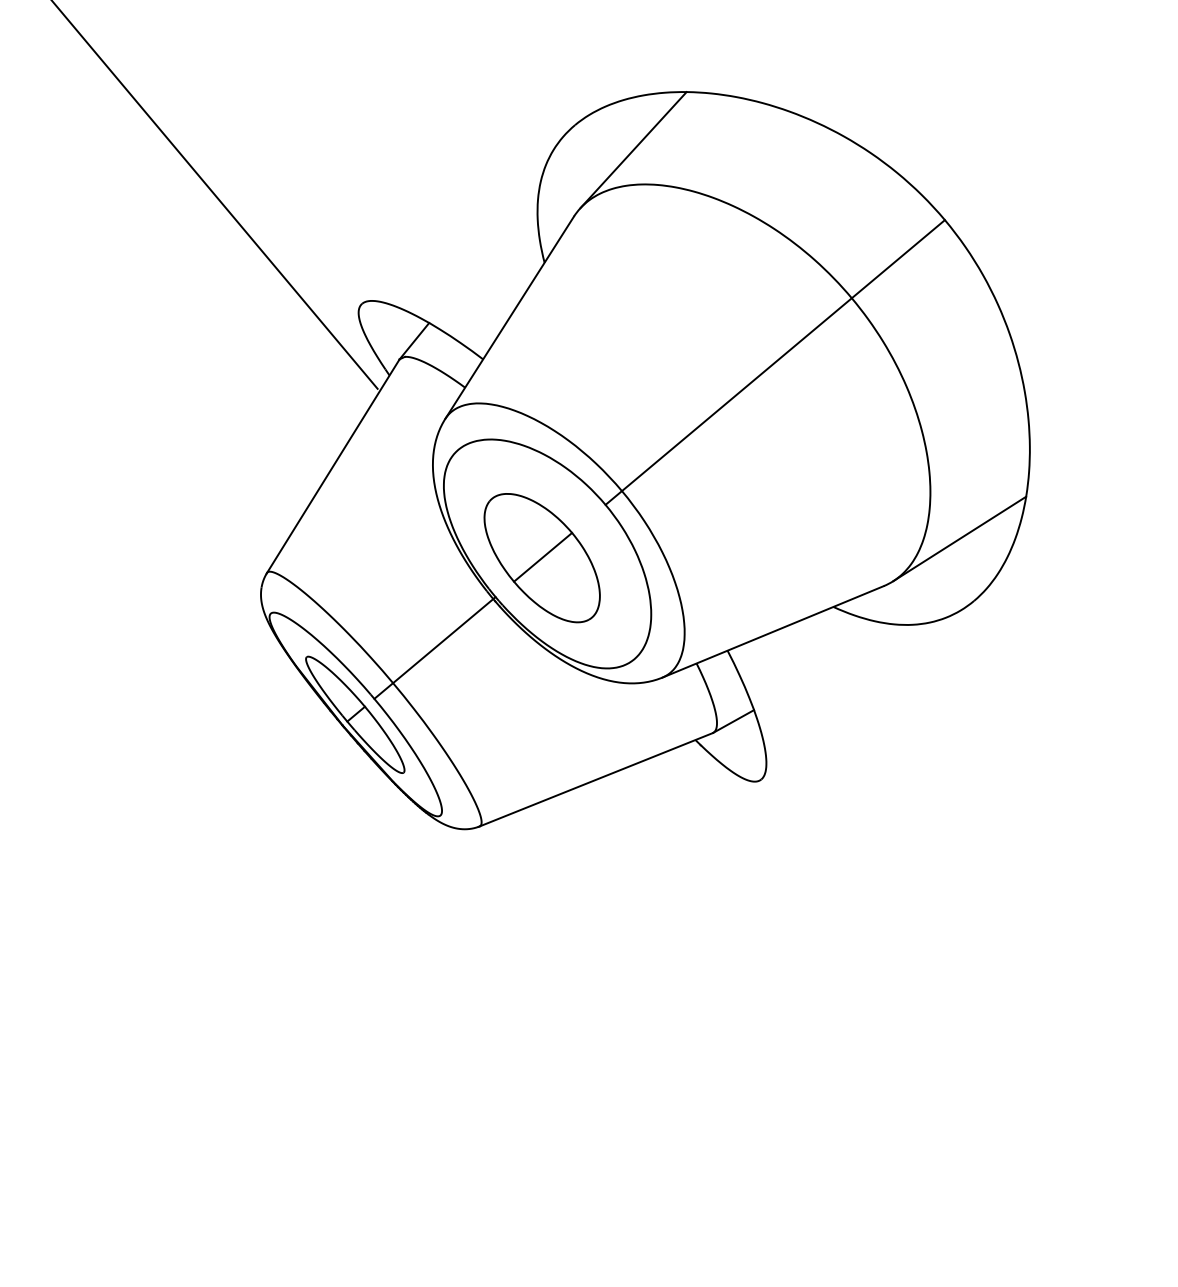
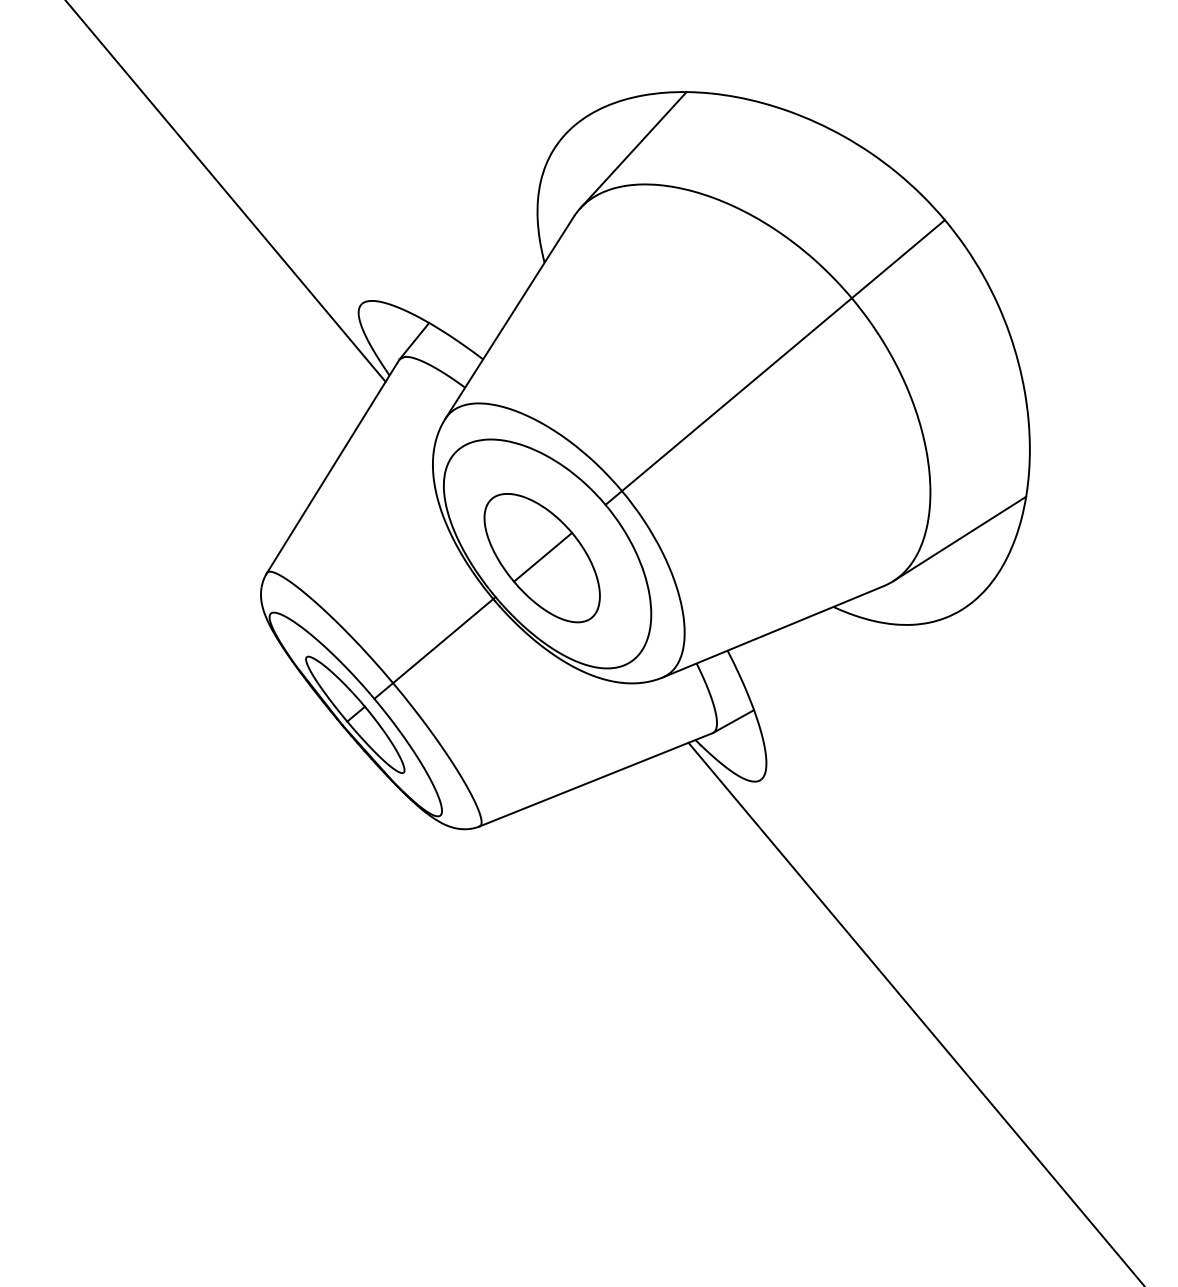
line at (215, 195) position: (215, 195) -> (226, 191)
line at (915, 1012): none -> present
